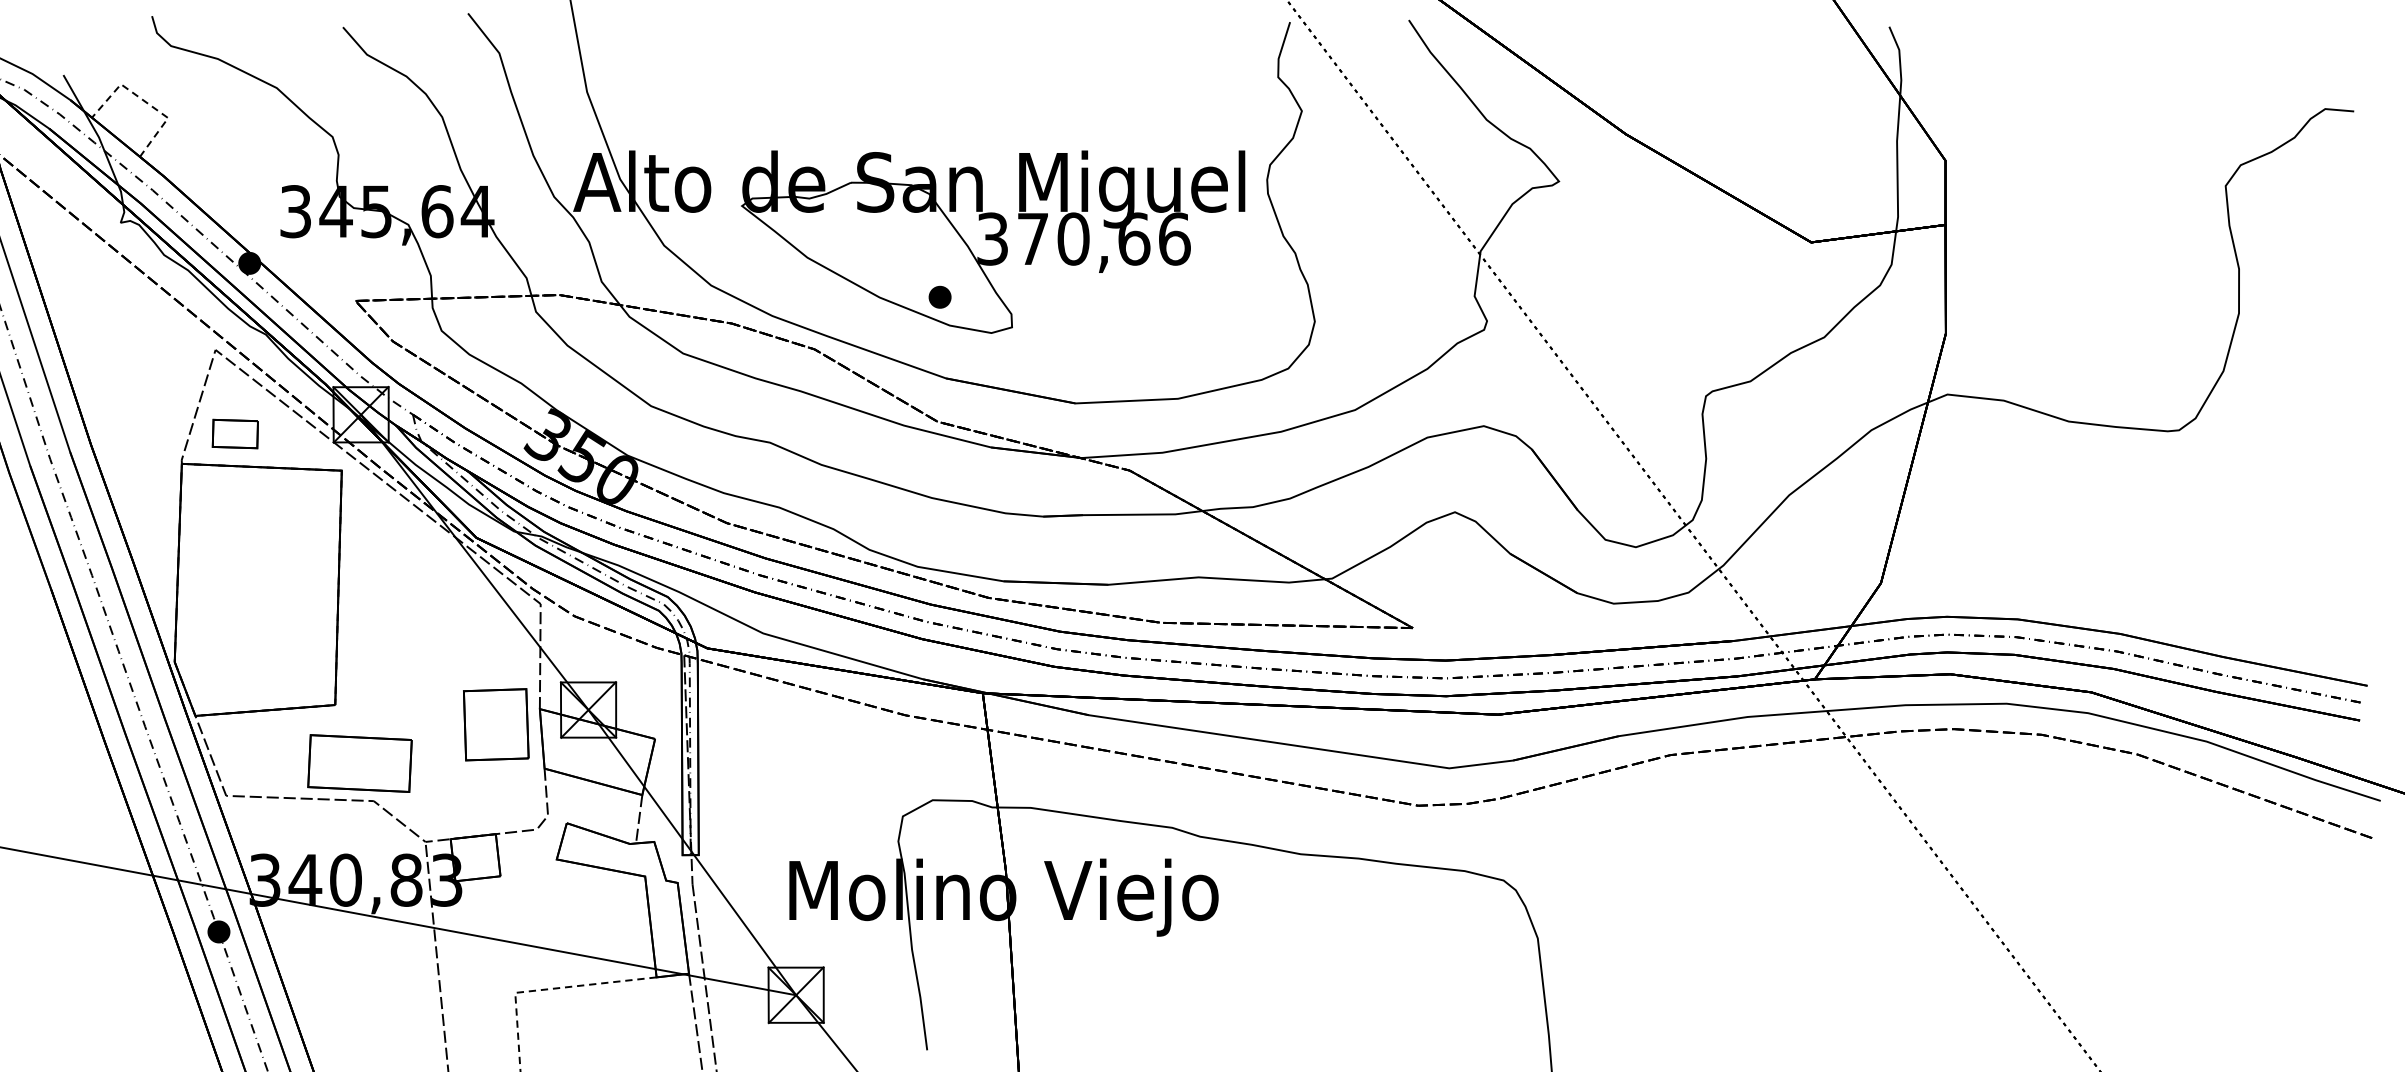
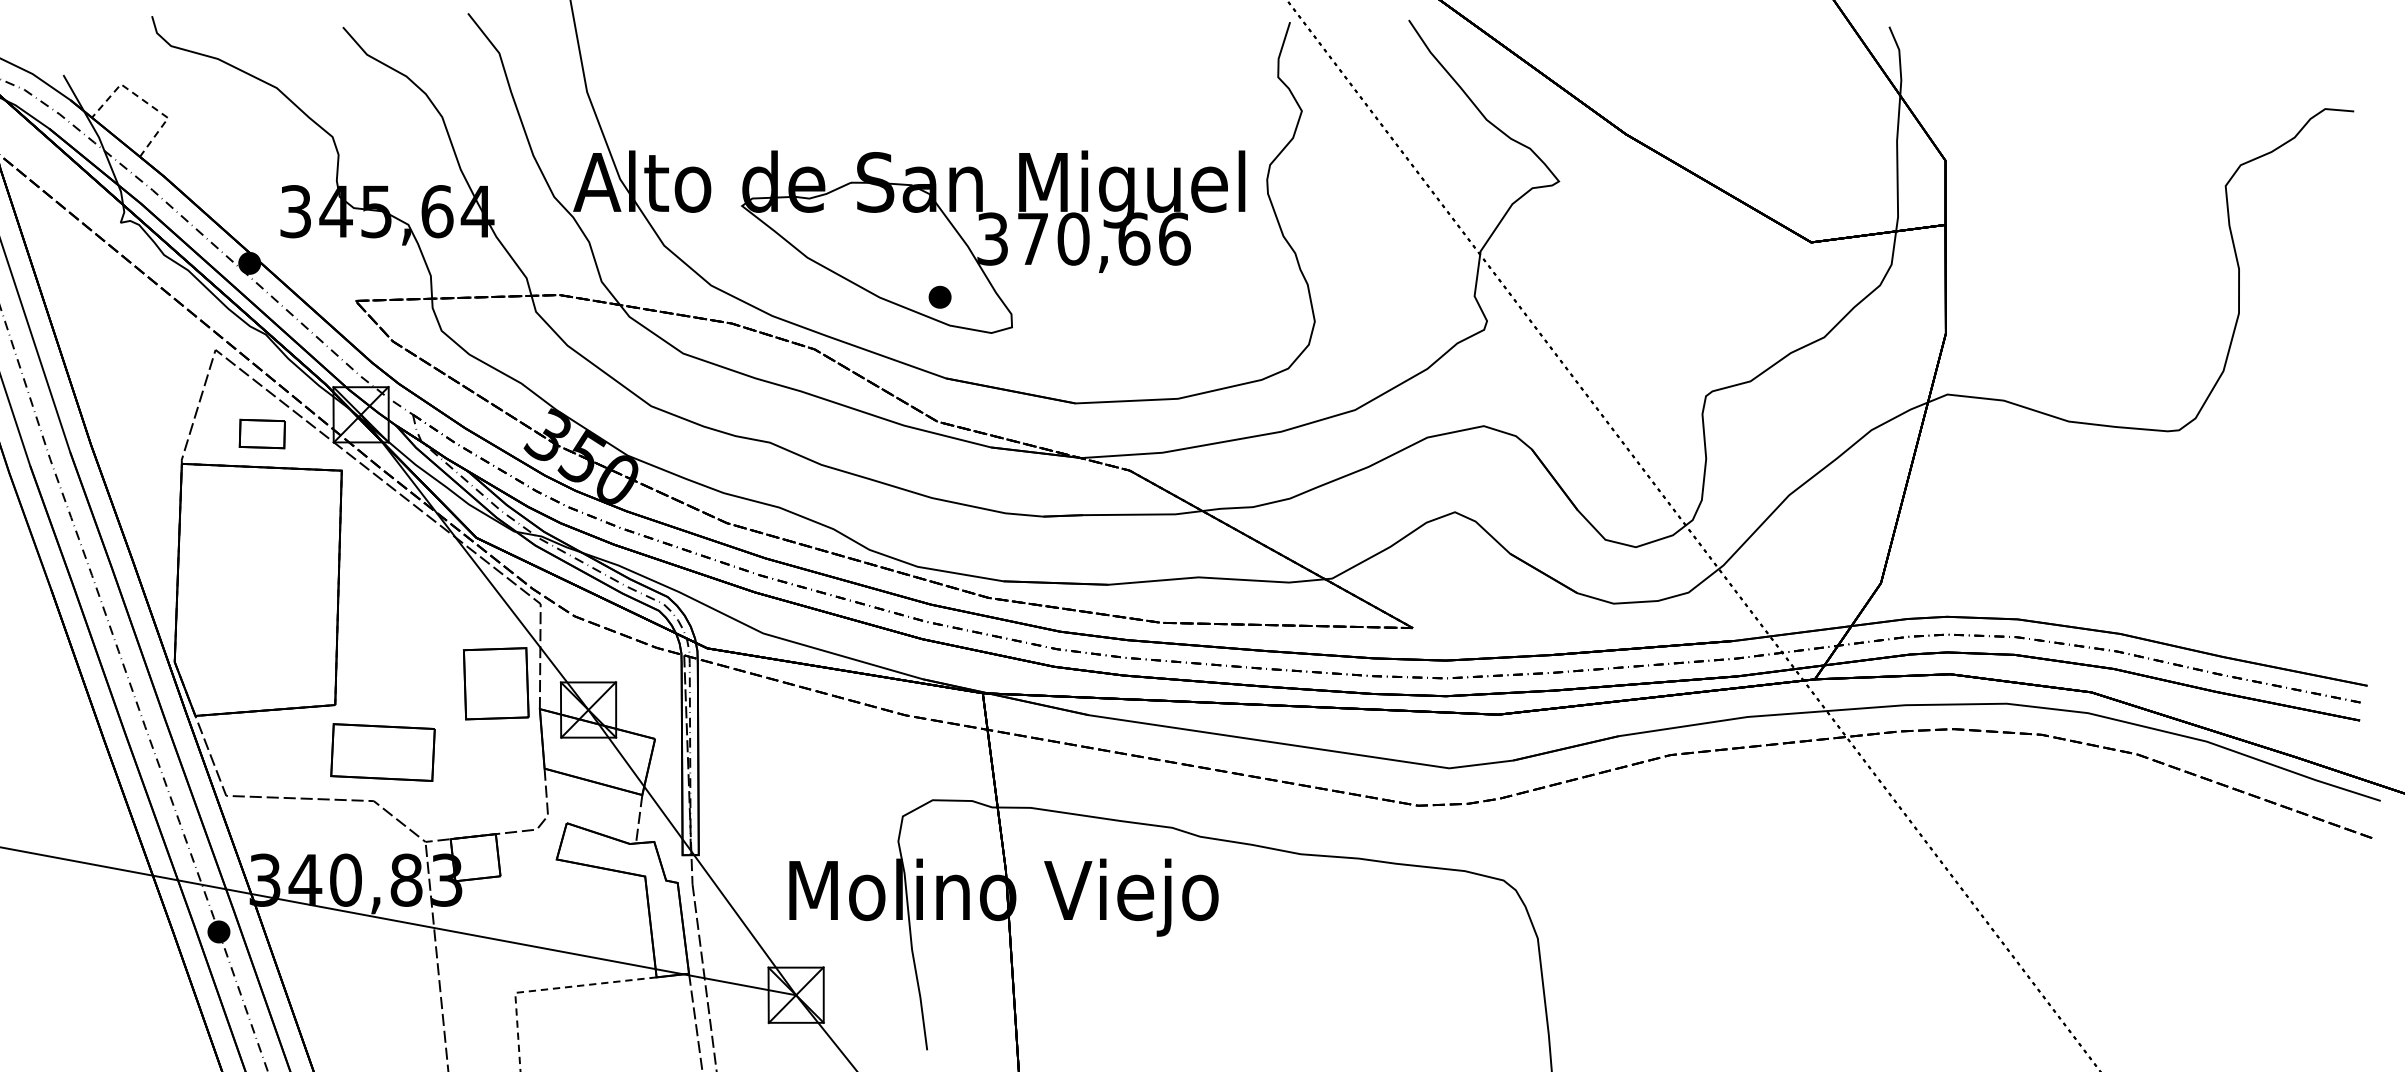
part at (234, 433) position: (234, 433) -> (261, 433)
part at (496, 724) position: (496, 724) -> (496, 683)
part at (359, 763) position: (359, 763) -> (382, 752)
